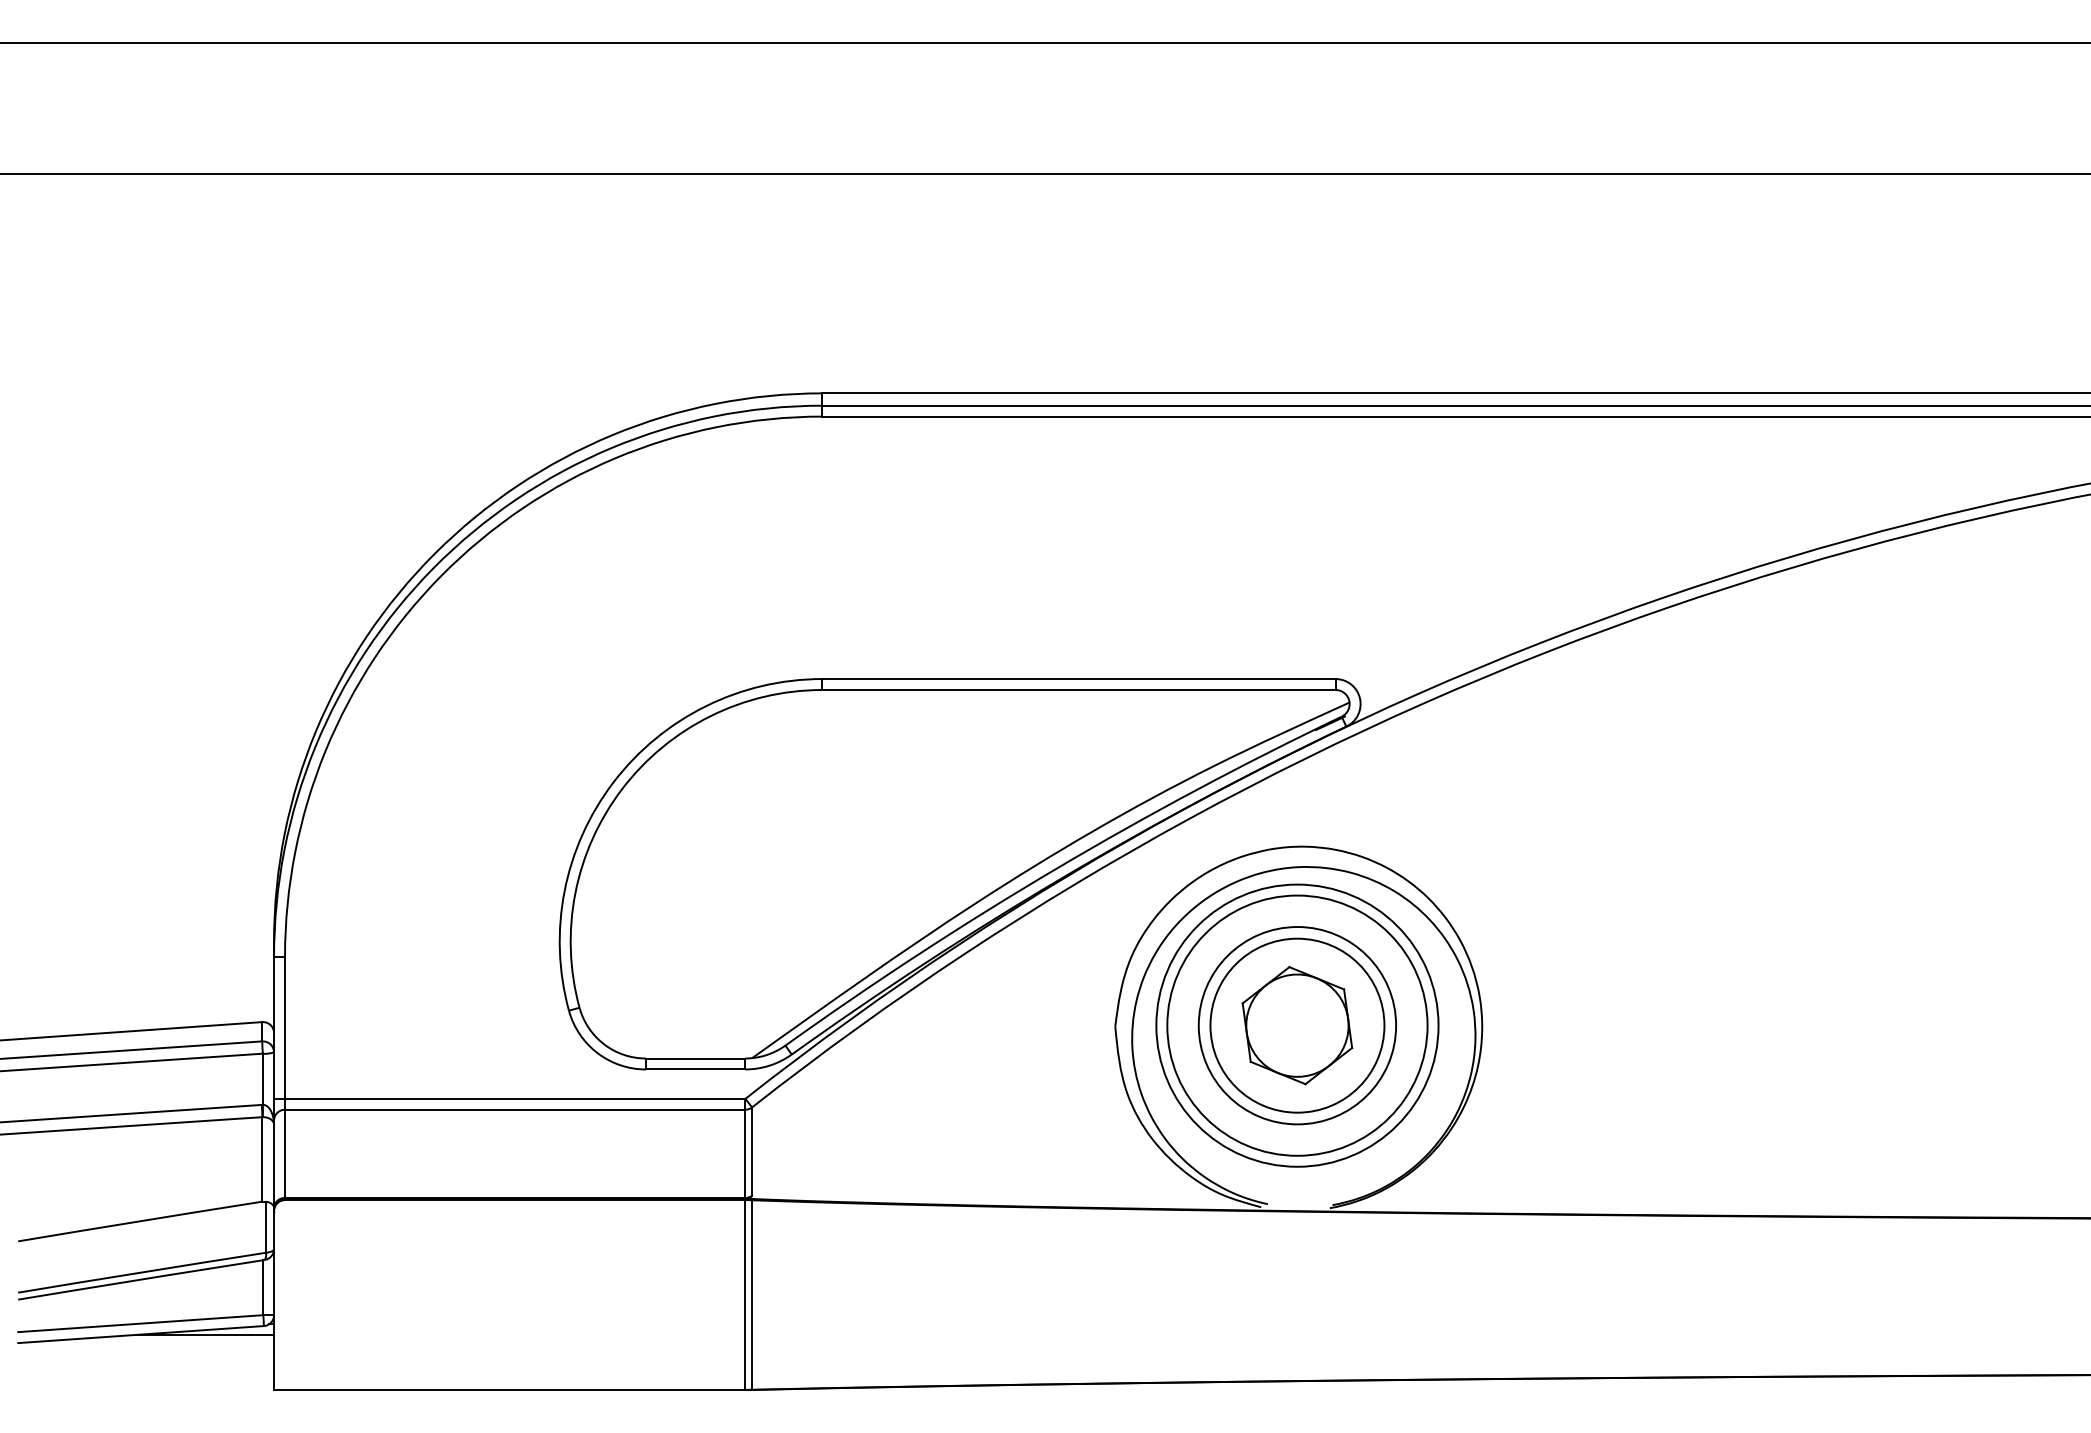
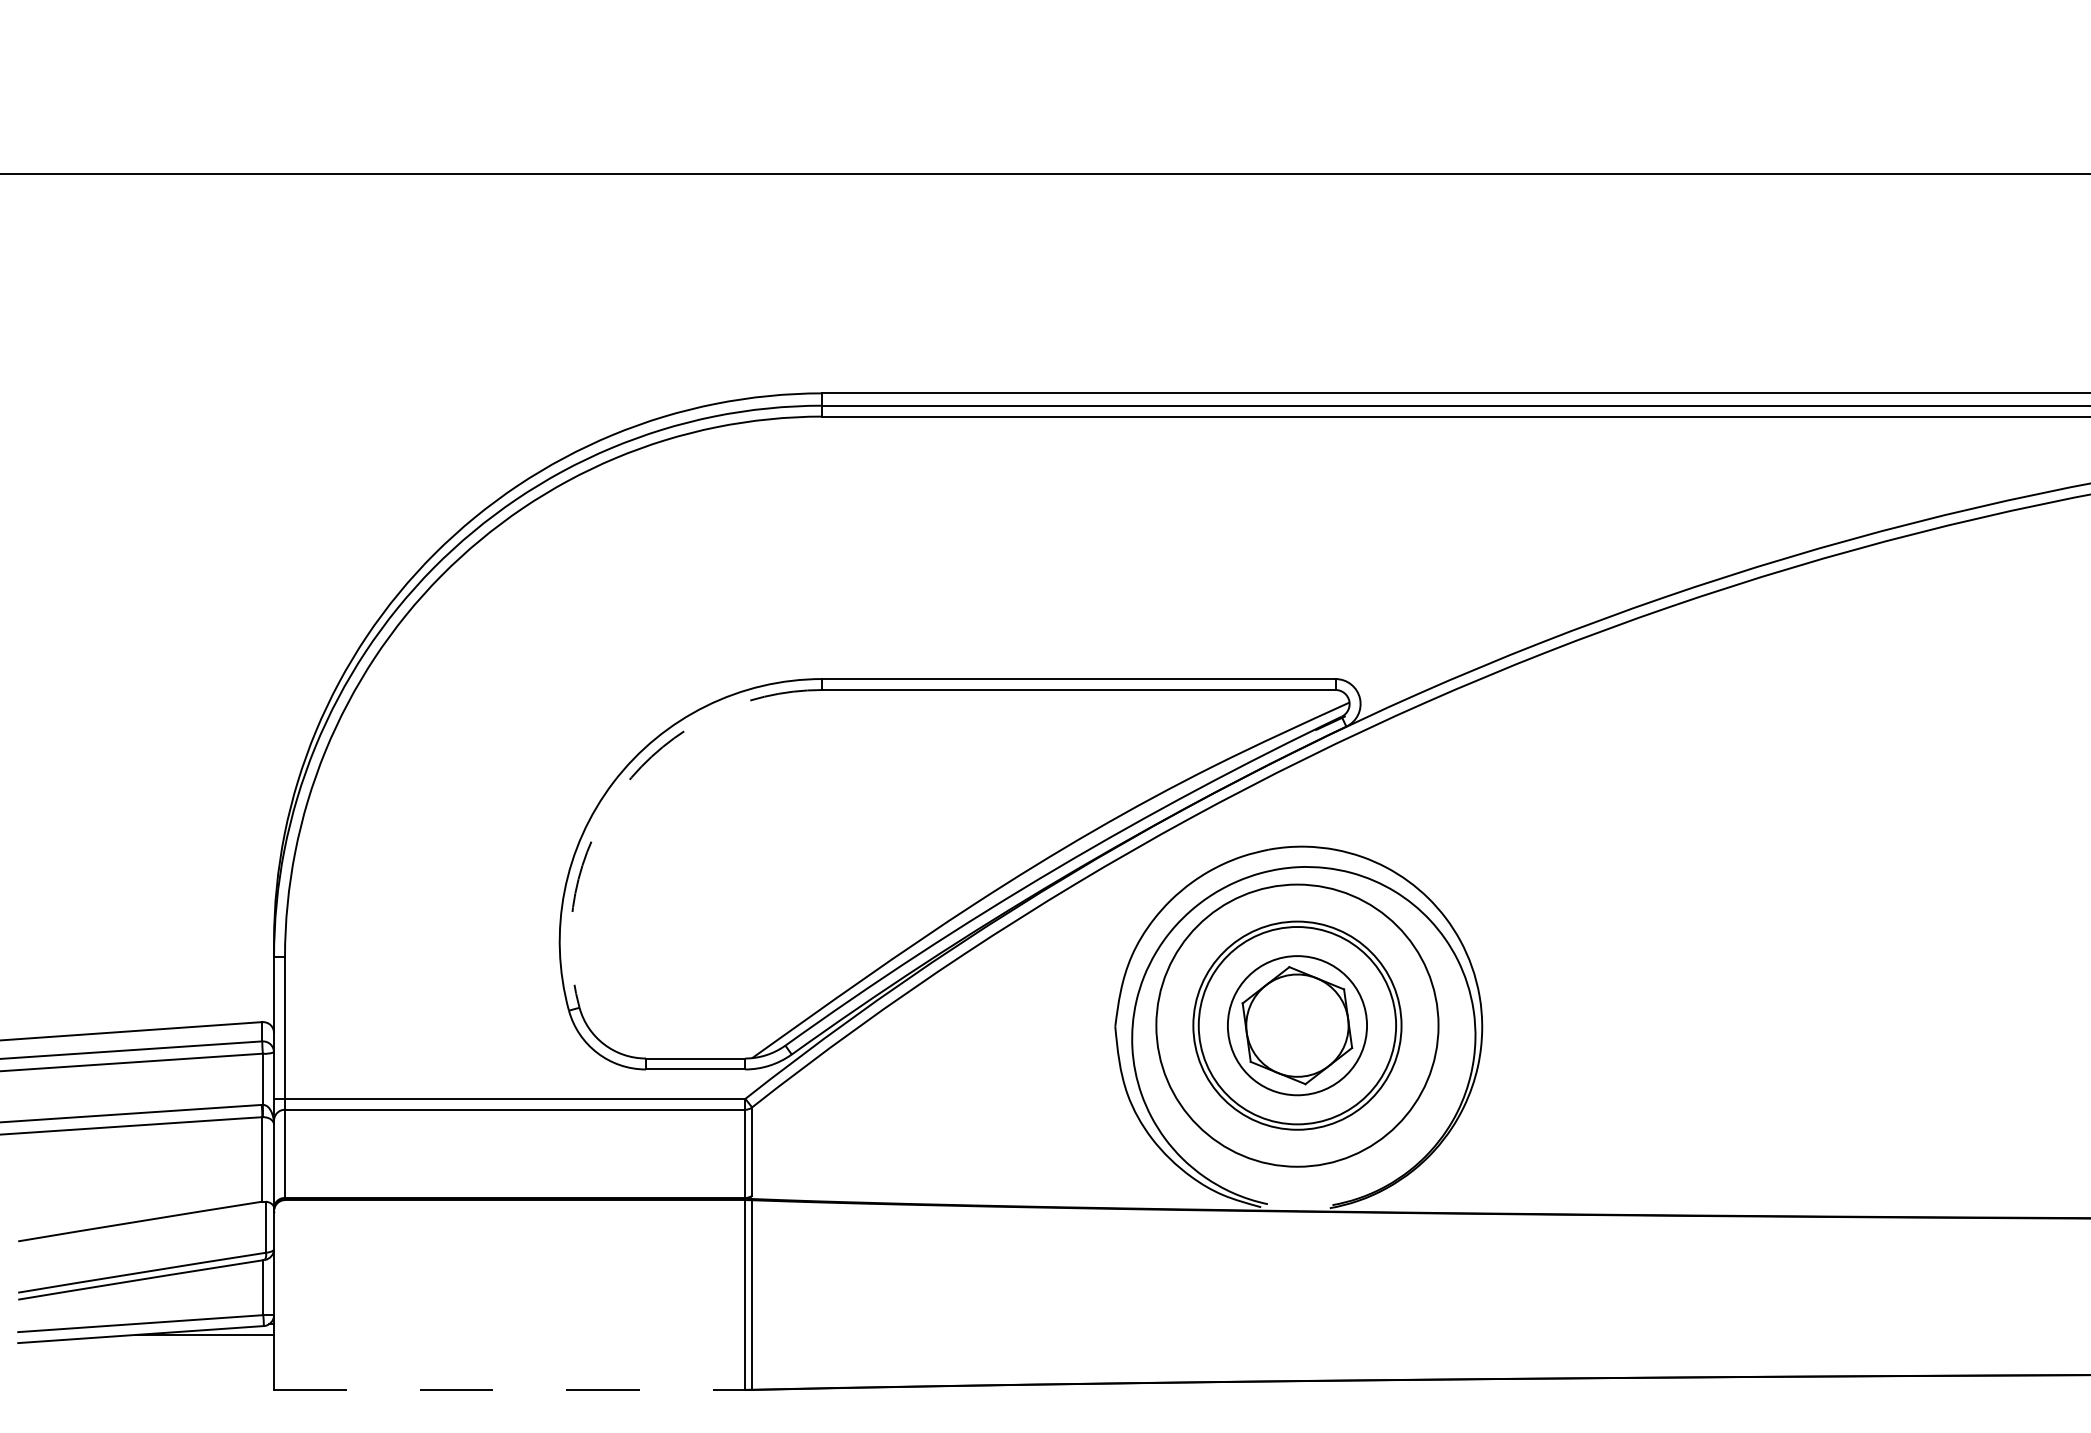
line at (1044, 43): present -> none
arc at (622, 788): solid -> dashed
circle at (1297, 1025) diameter: 174 px -> 139 px
circle at (1297, 1025) diameter: 260 px -> 208 px
line at (509, 1389): solid -> dashed
